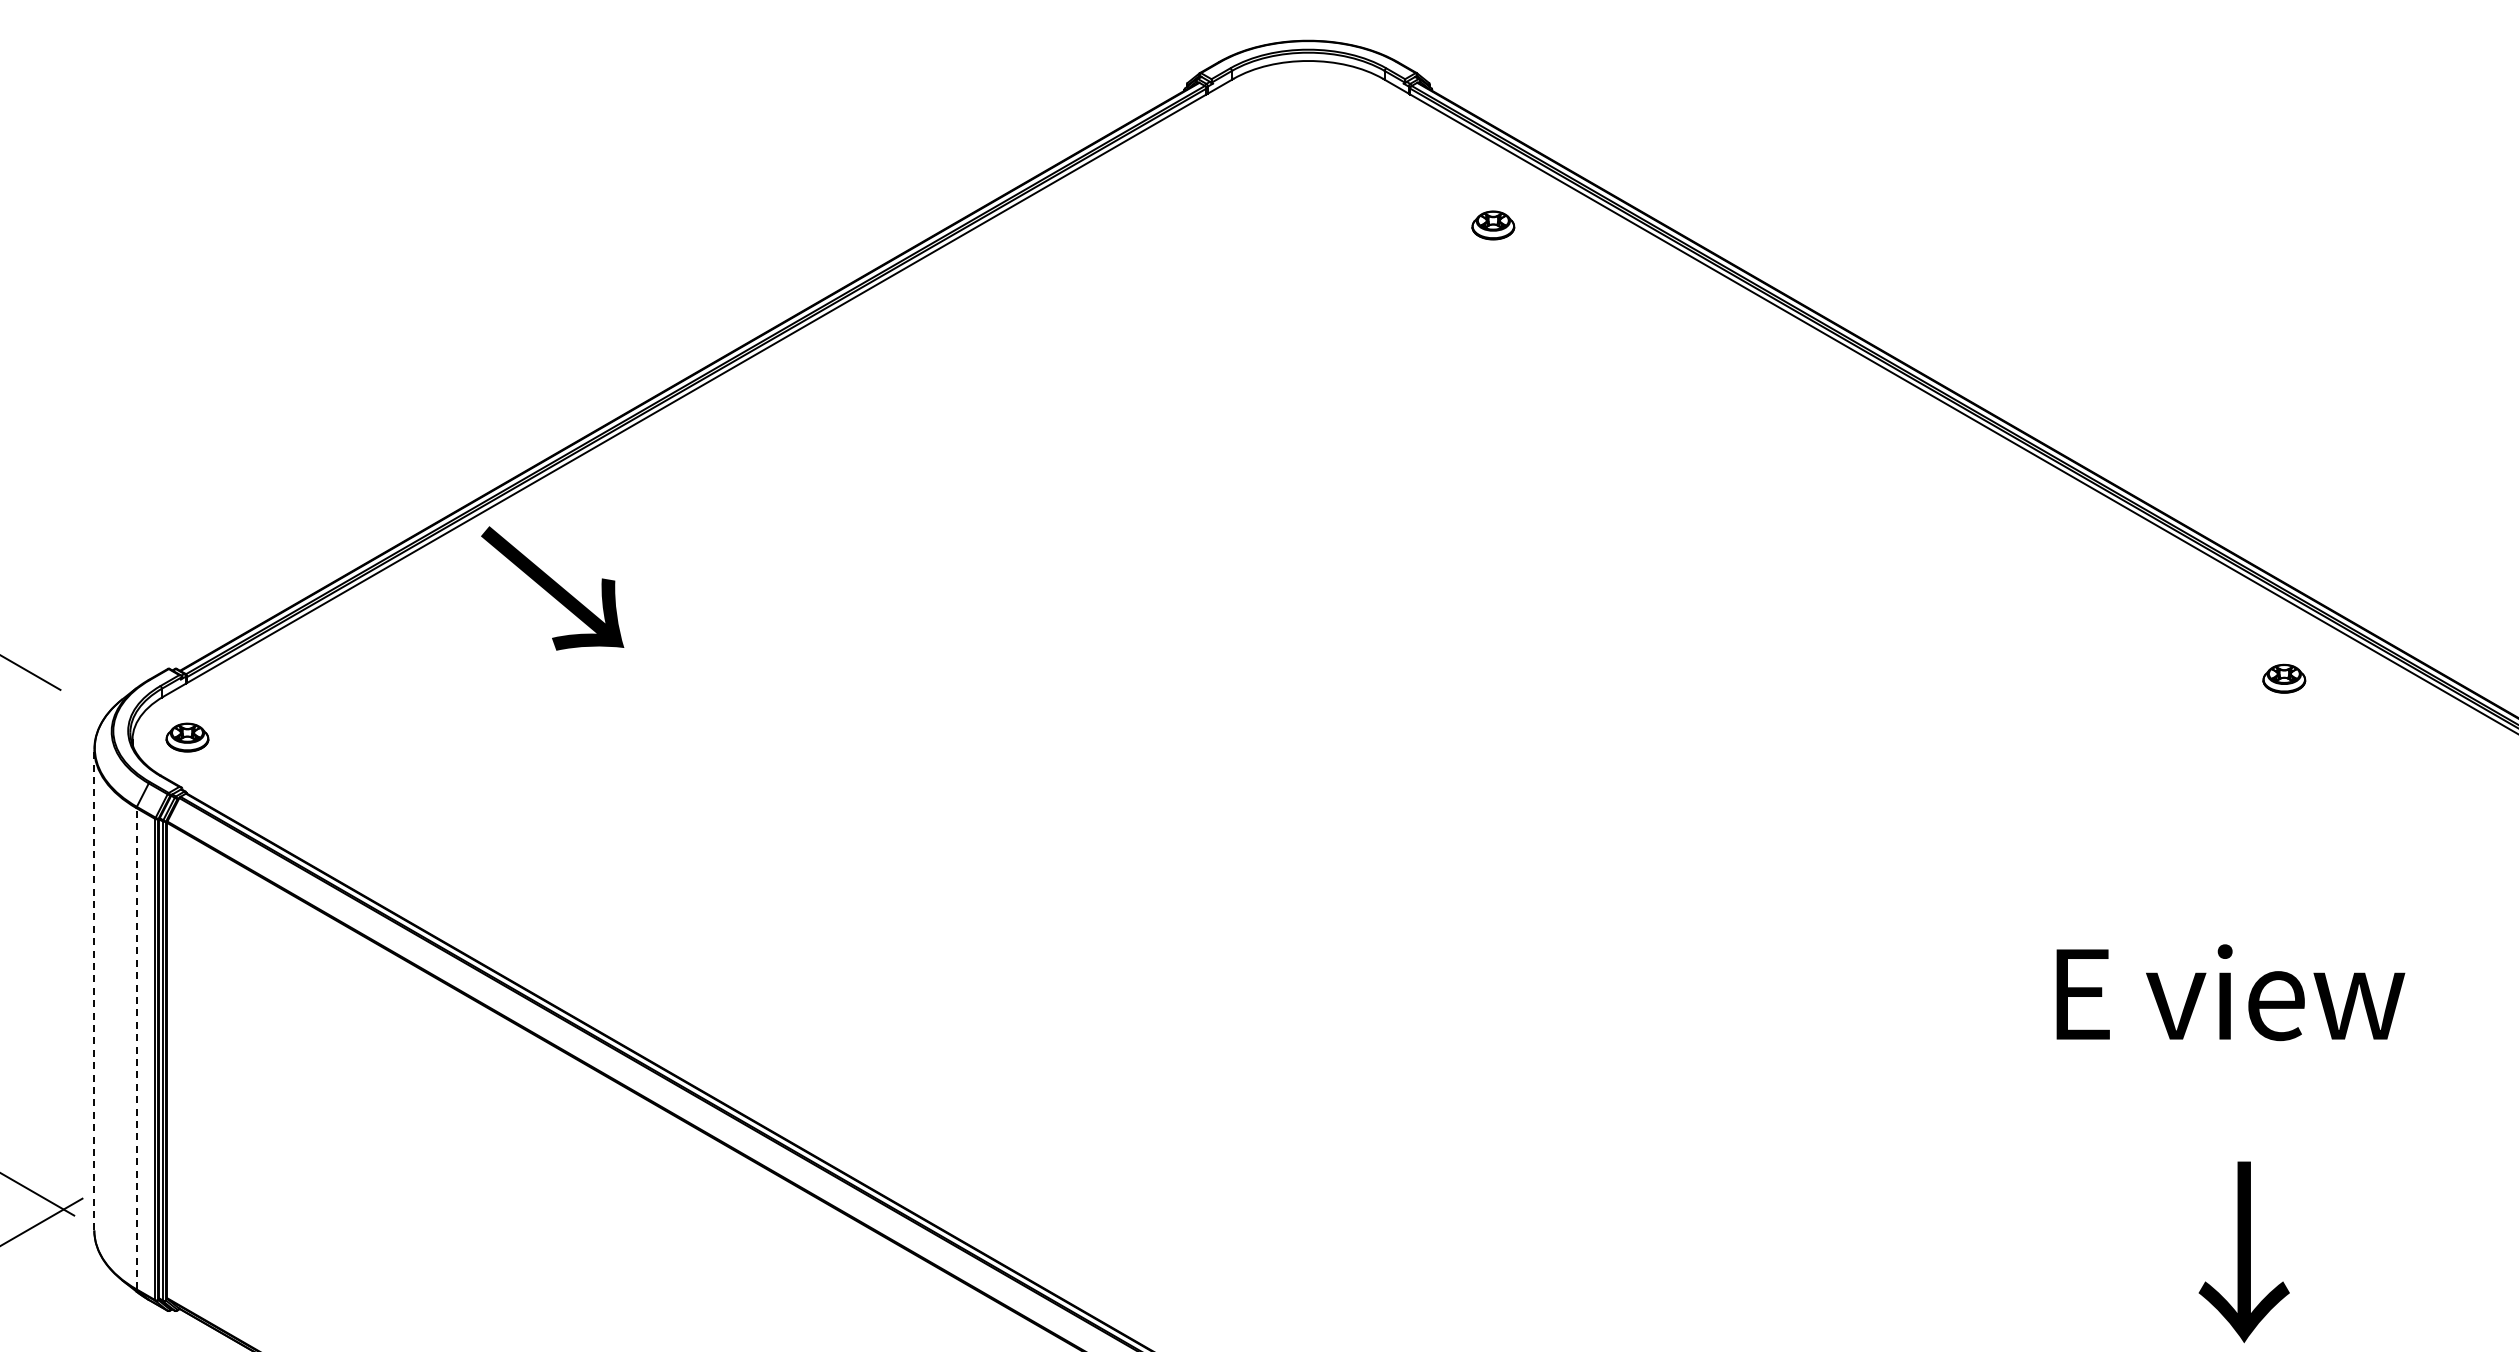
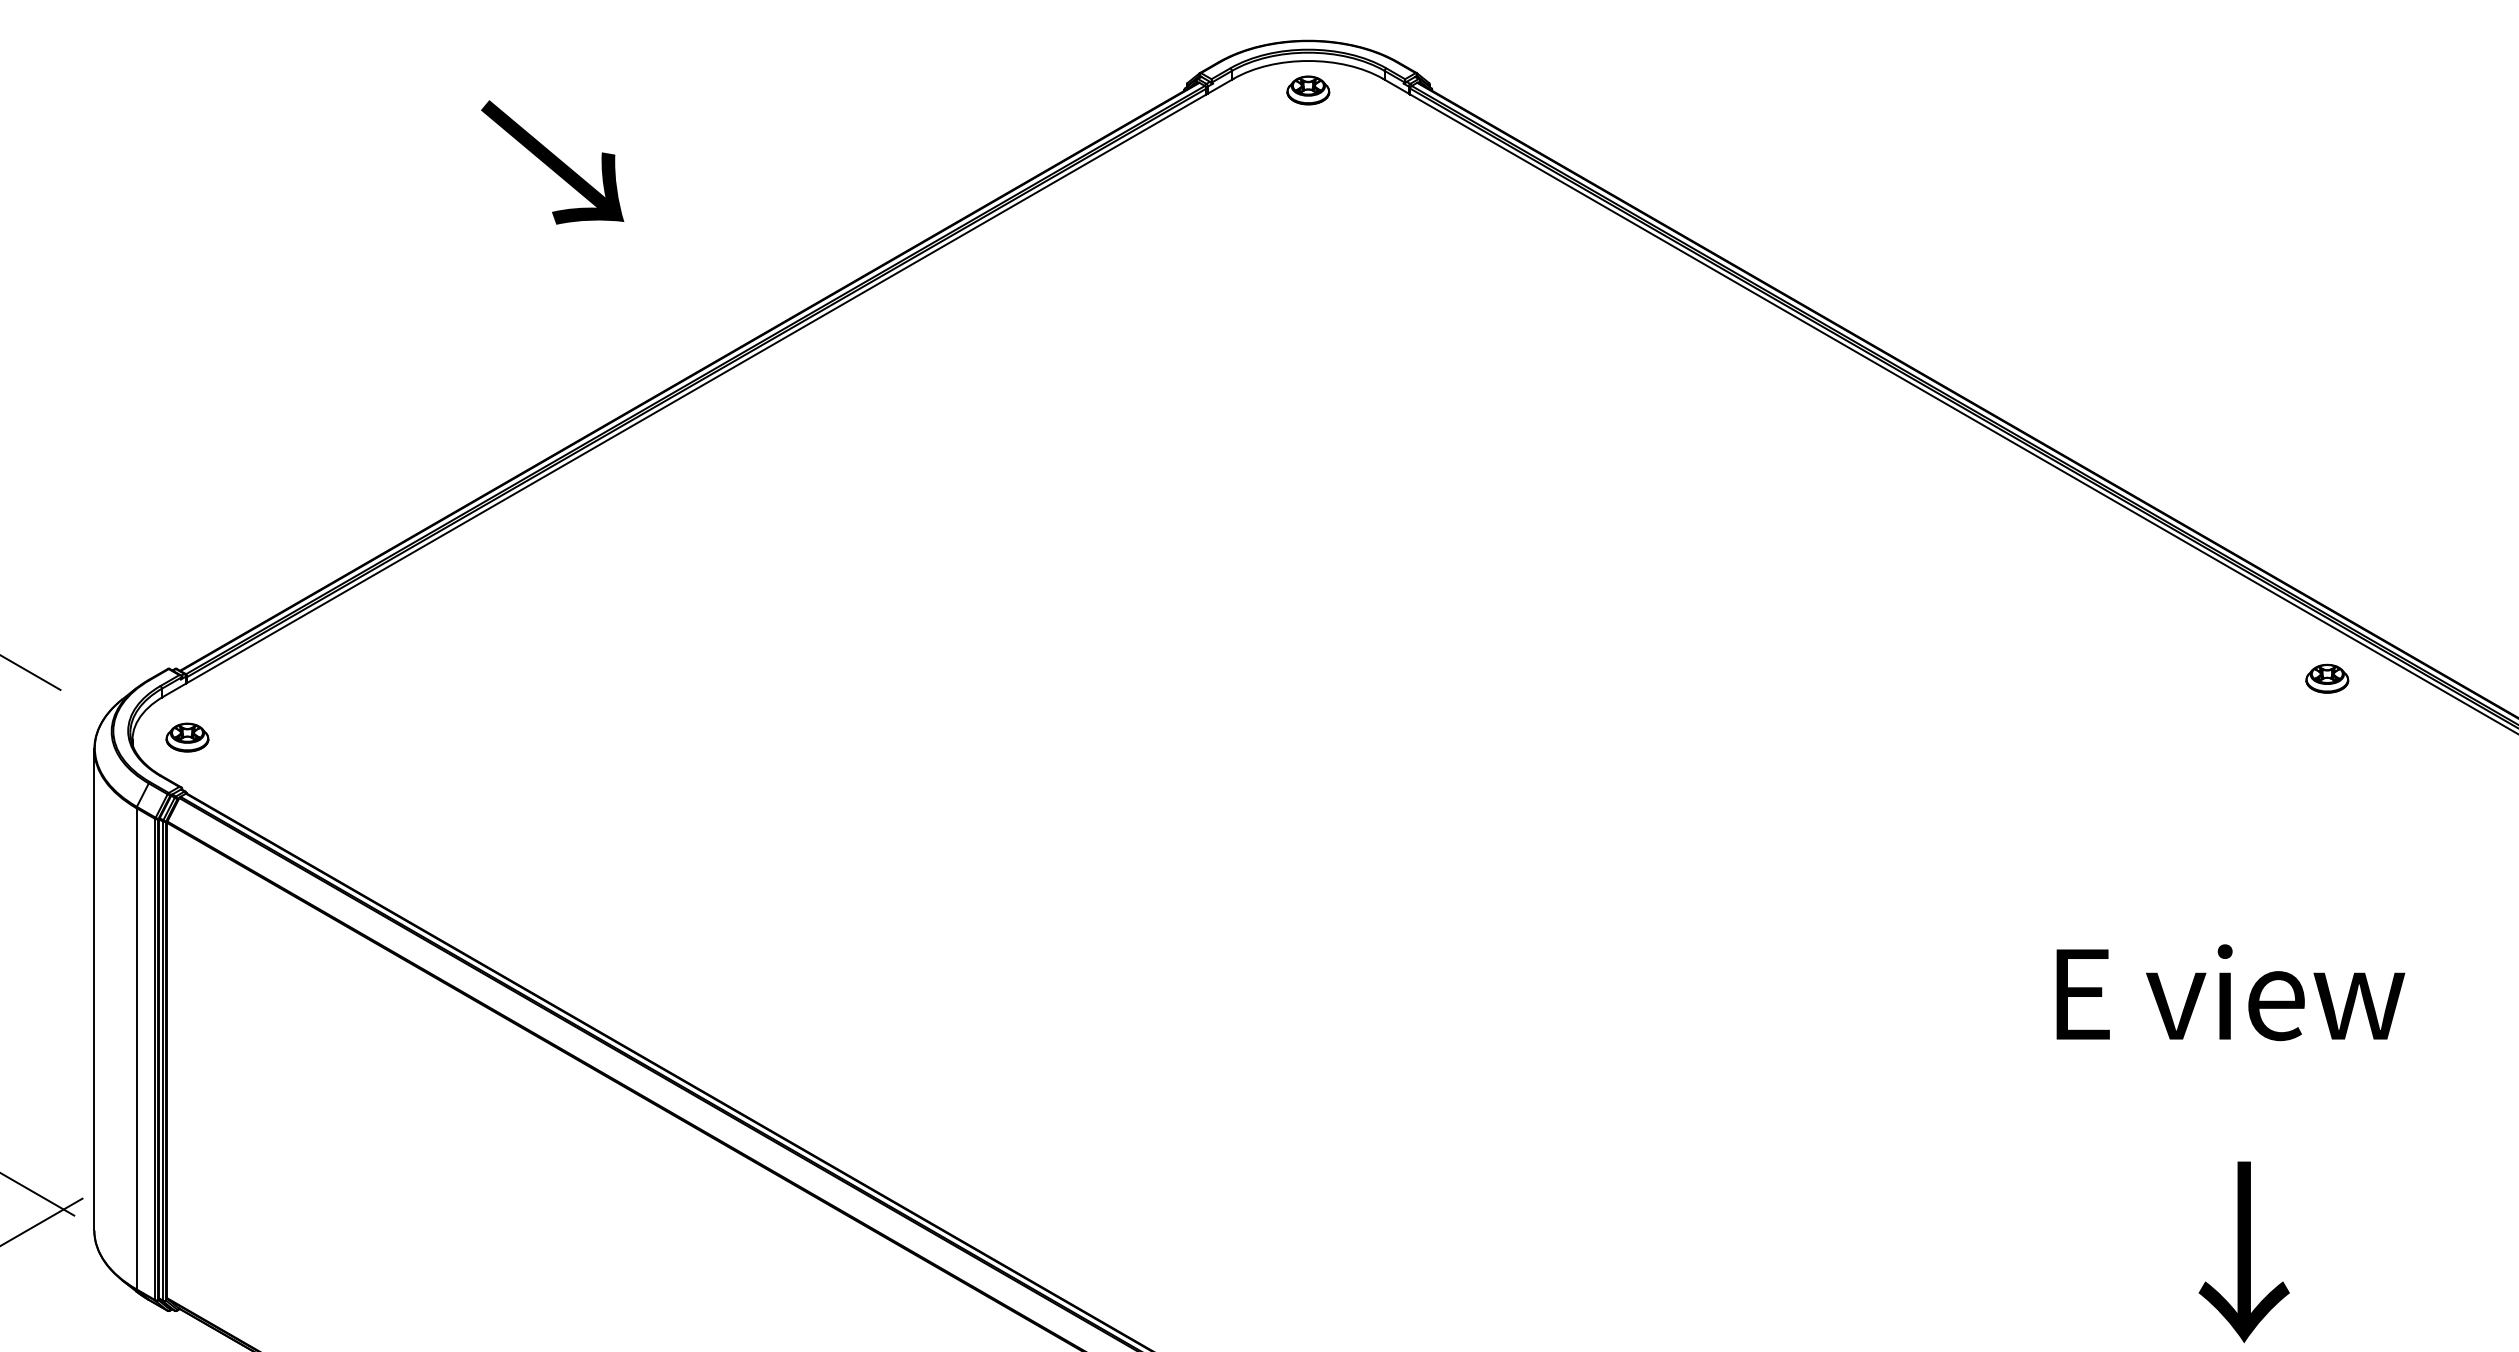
part at (1493, 225) position: (1493, 225) -> (1308, 90)
text at (552, 588) position: (552, 588) -> (552, 162)
part at (2284, 678) position: (2284, 678) -> (2327, 678)
line at (94, 989): dashed -> solid
line at (136, 1048): dashed -> solid
